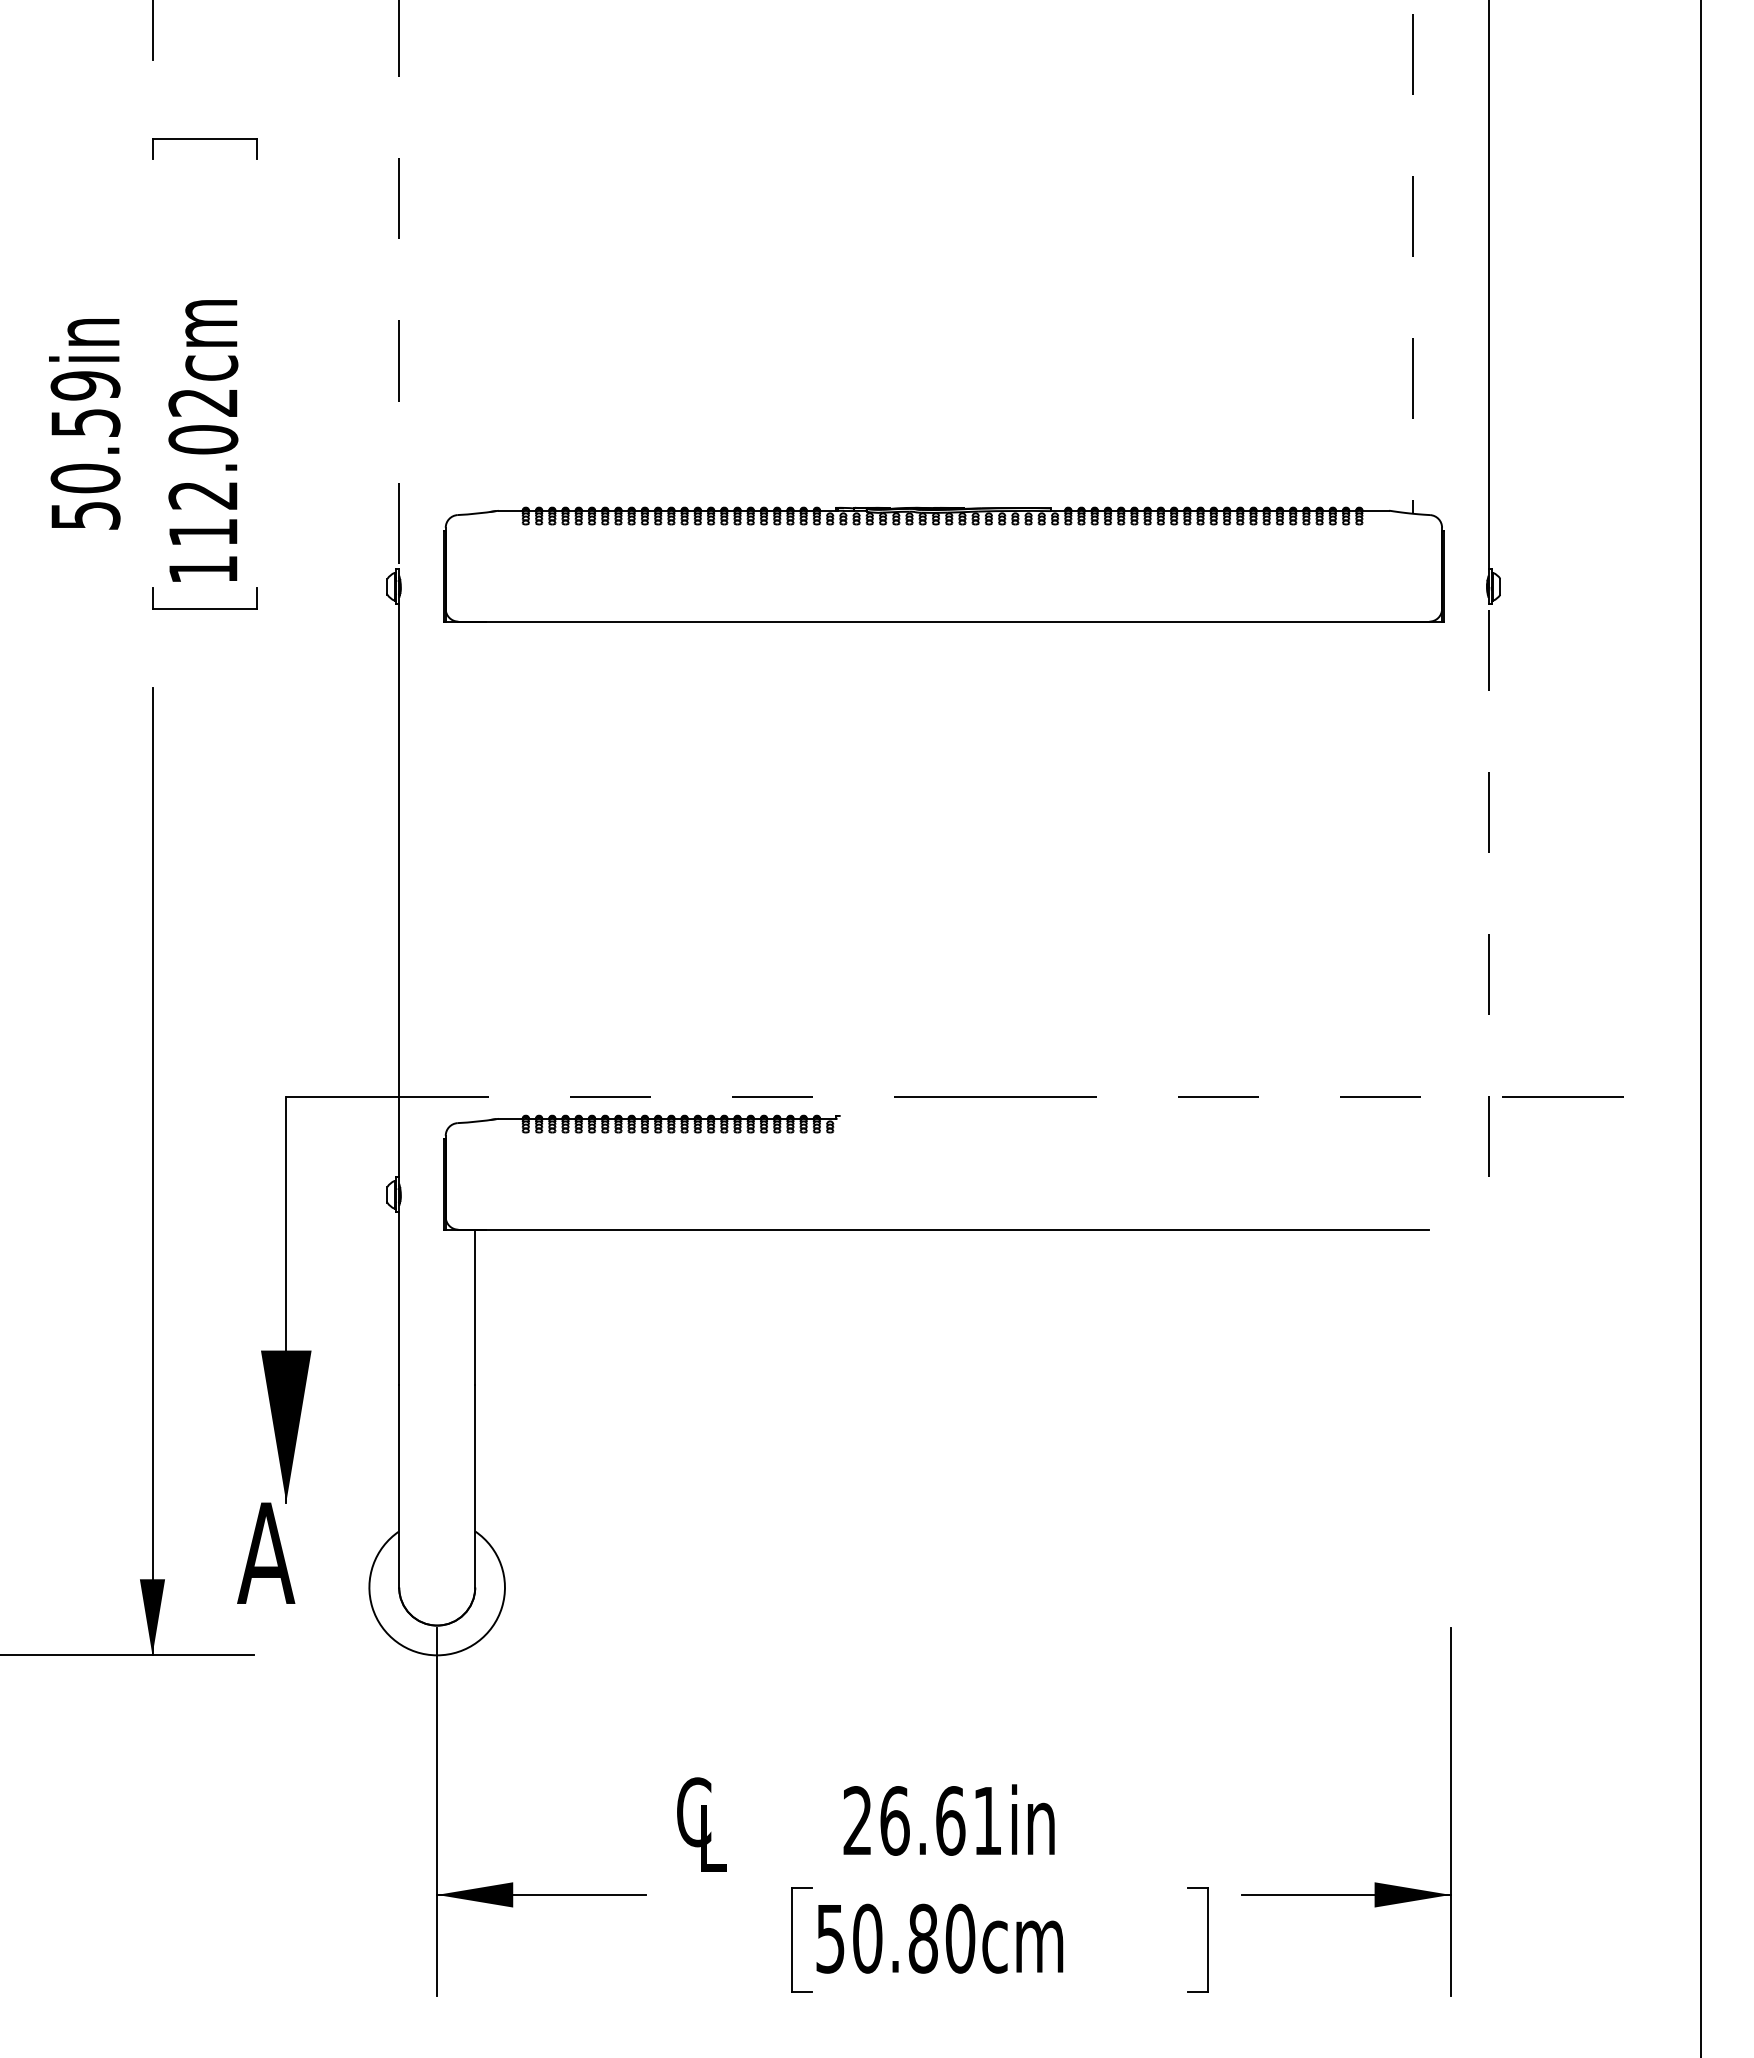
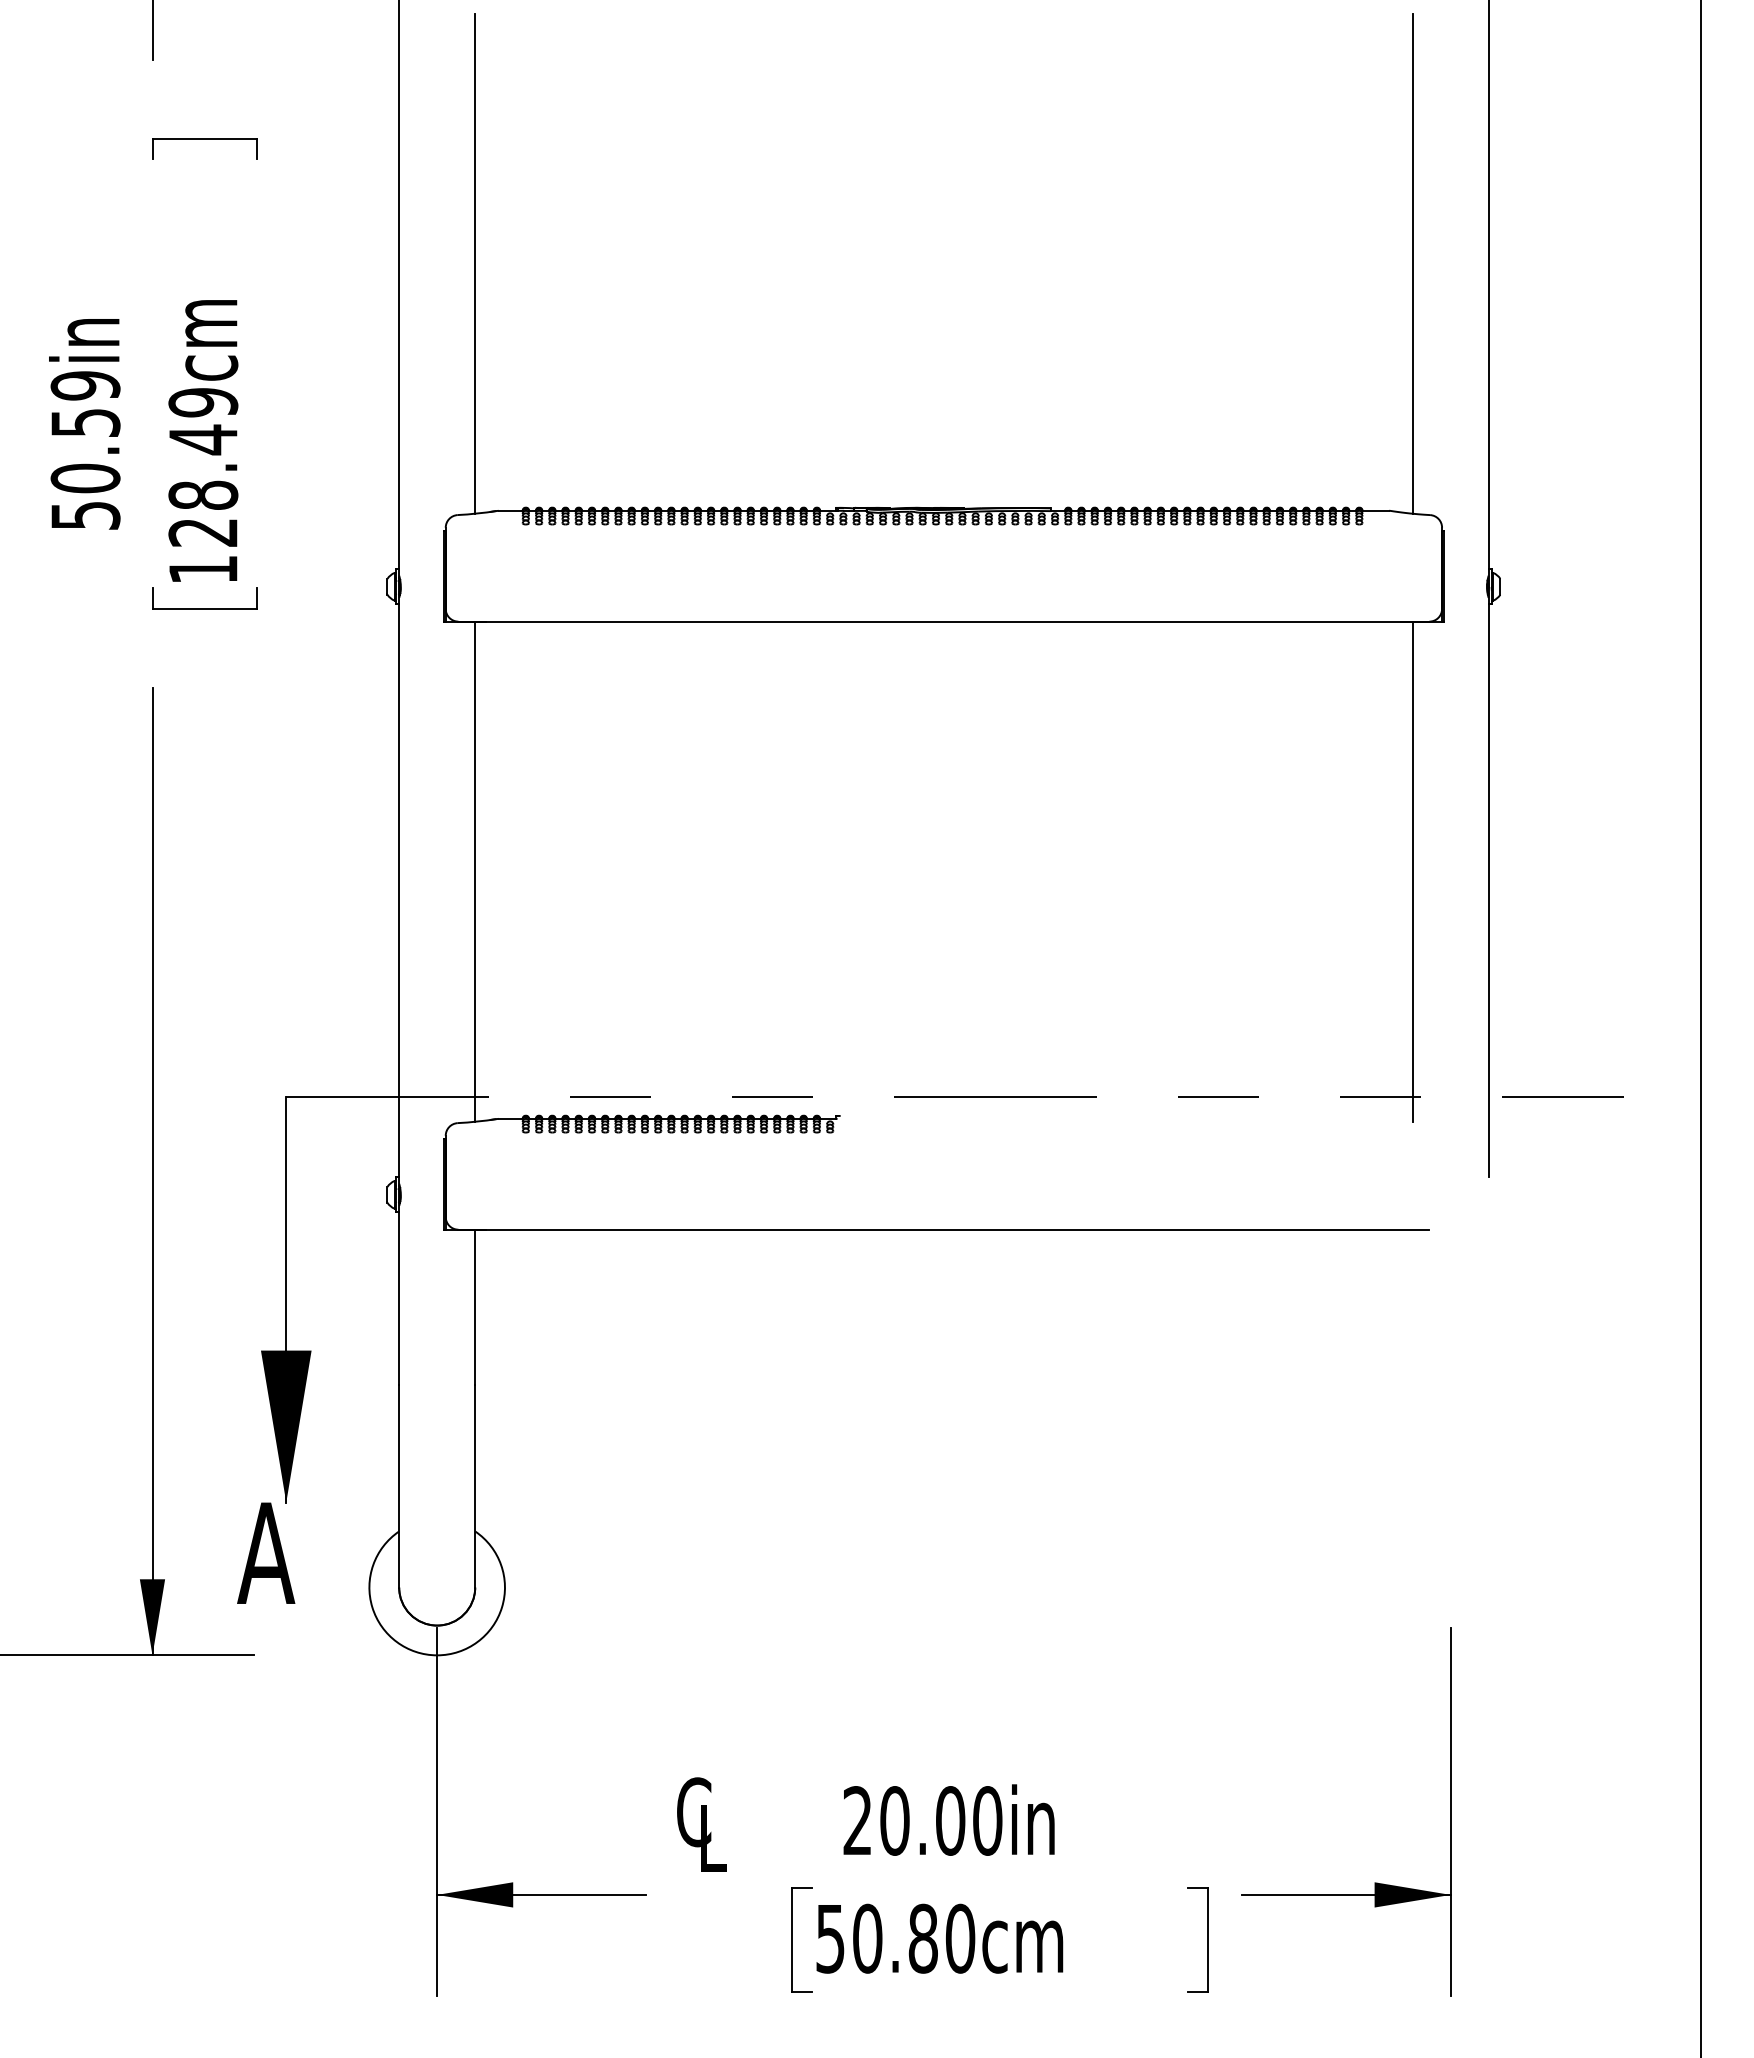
line at (475, 263): none -> present
line at (1412, 264): dashed -> solid
line at (399, 284): dashed -> solid
text at (203, 467): 112.02cm -> 128.49cm
line at (475, 871): none -> present
line at (1412, 871): none -> present
line at (1488, 890): dashed -> solid
text at (941, 1820): 26.61in -> 20.00in
